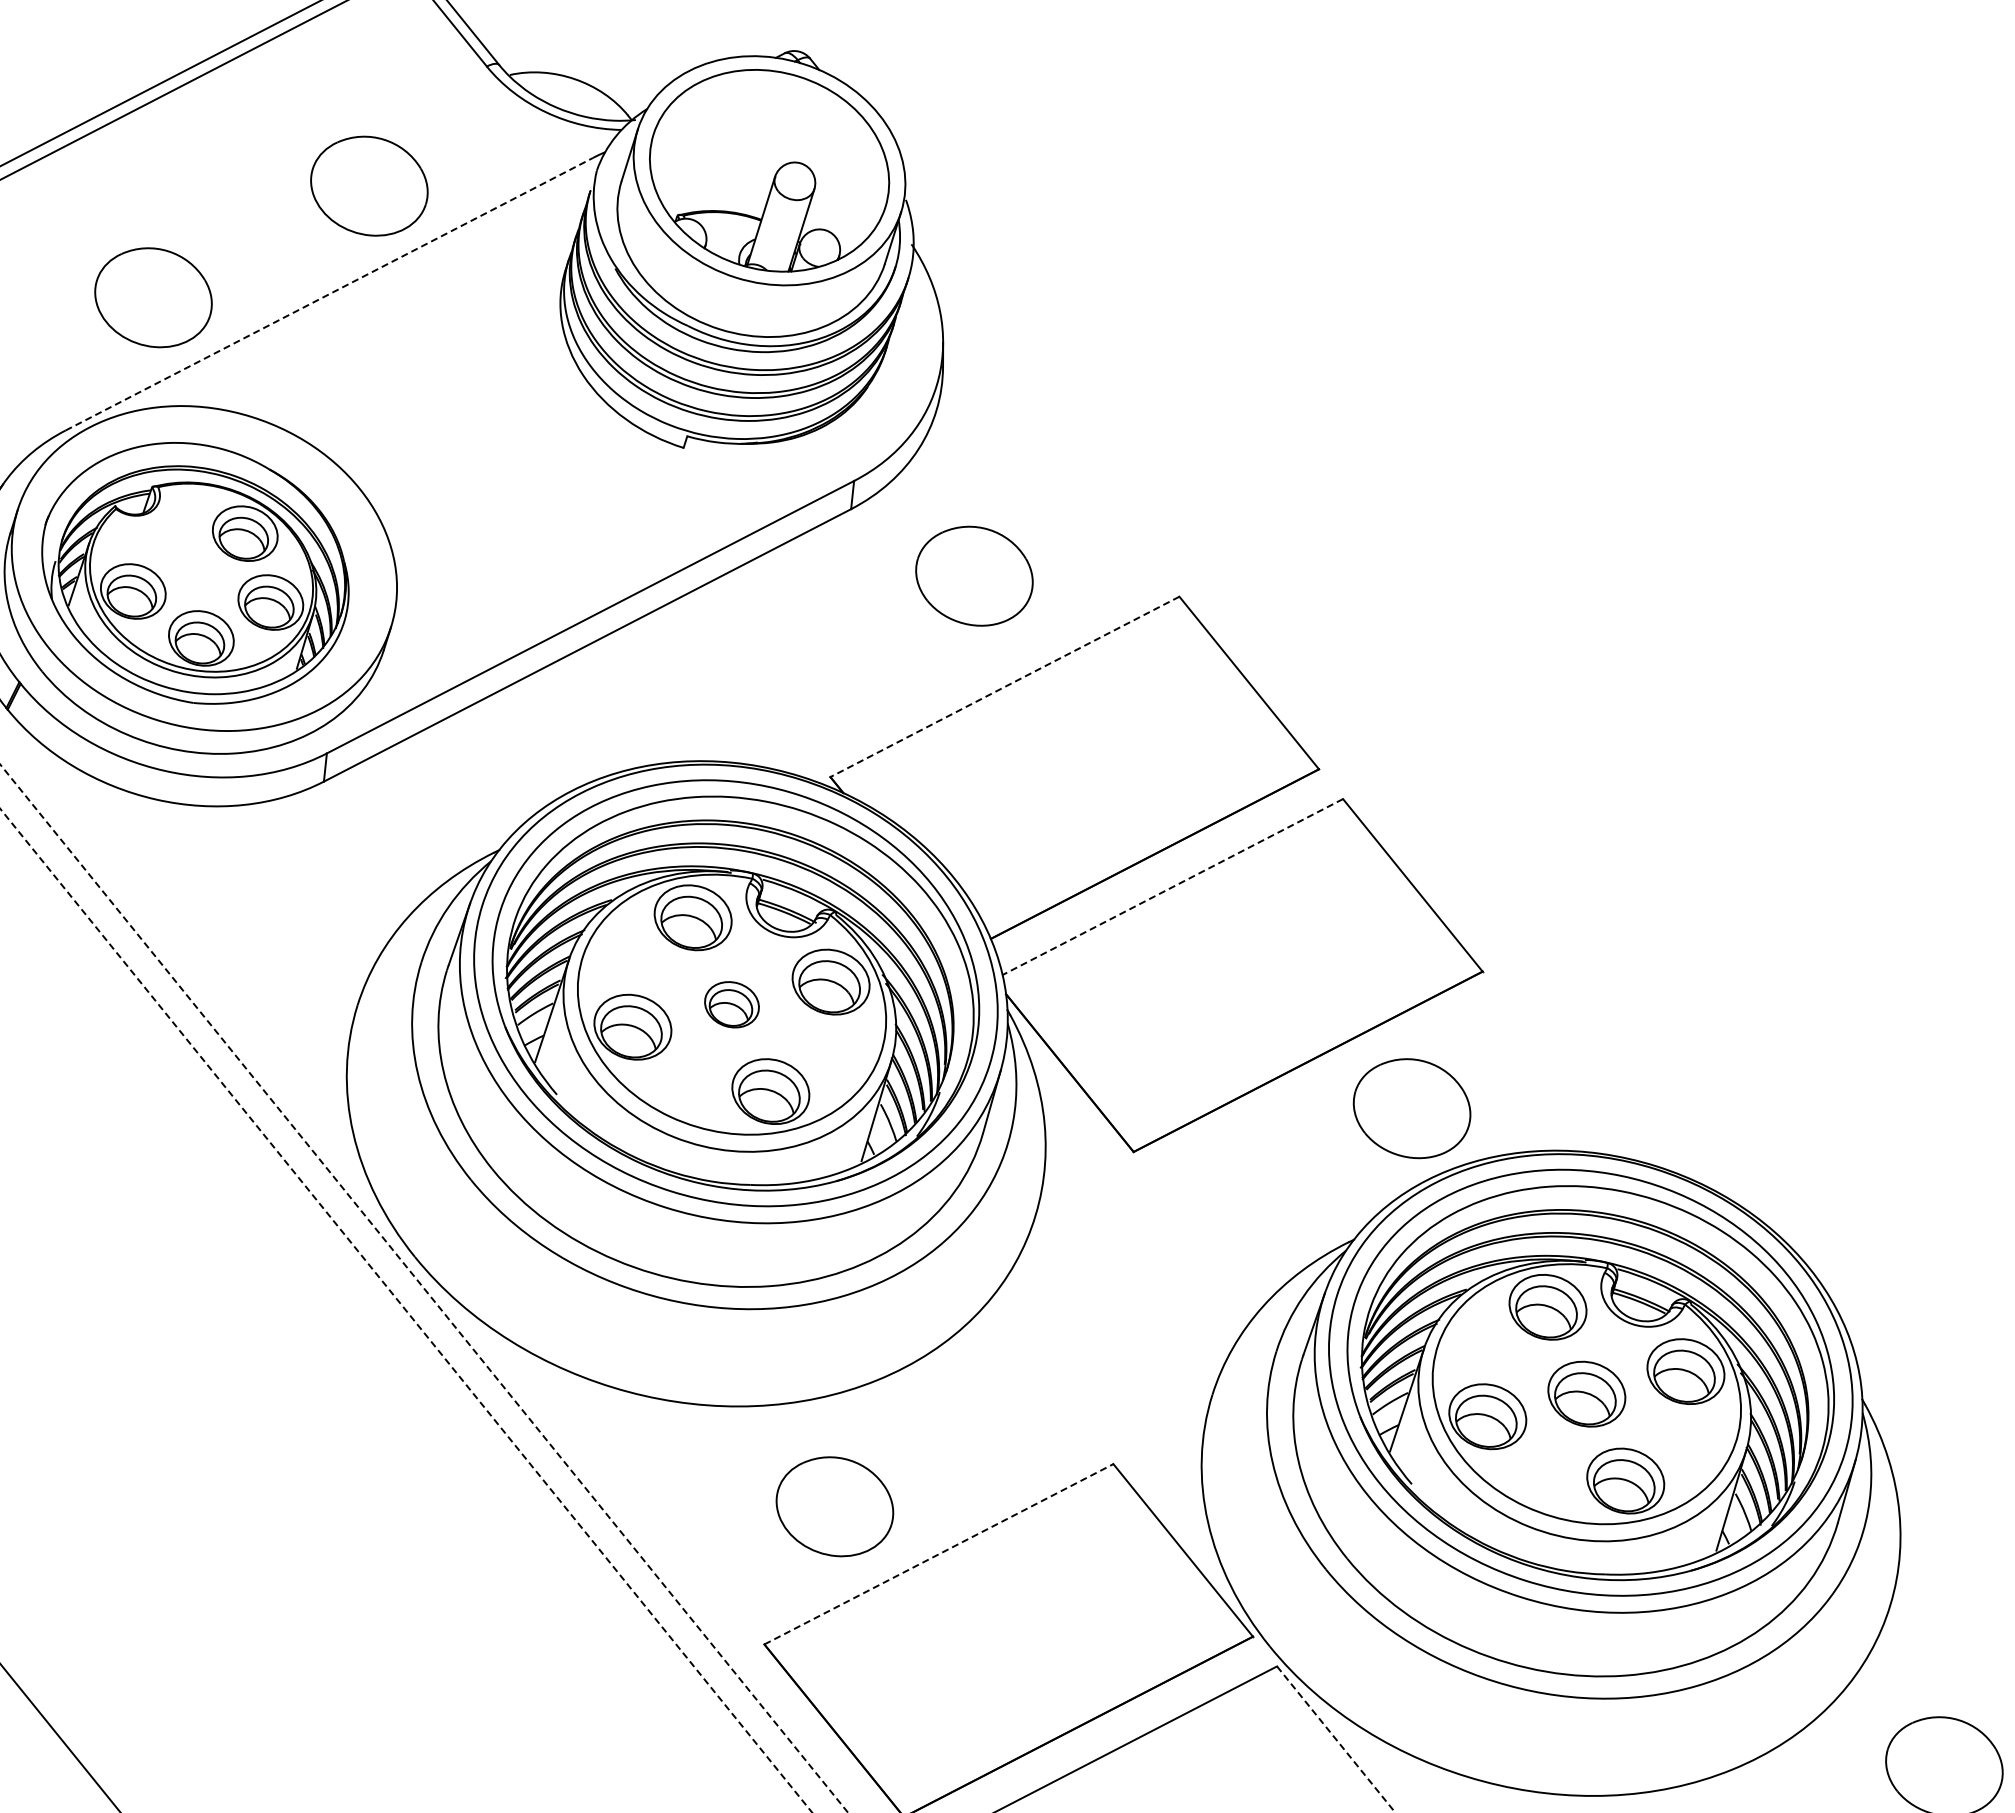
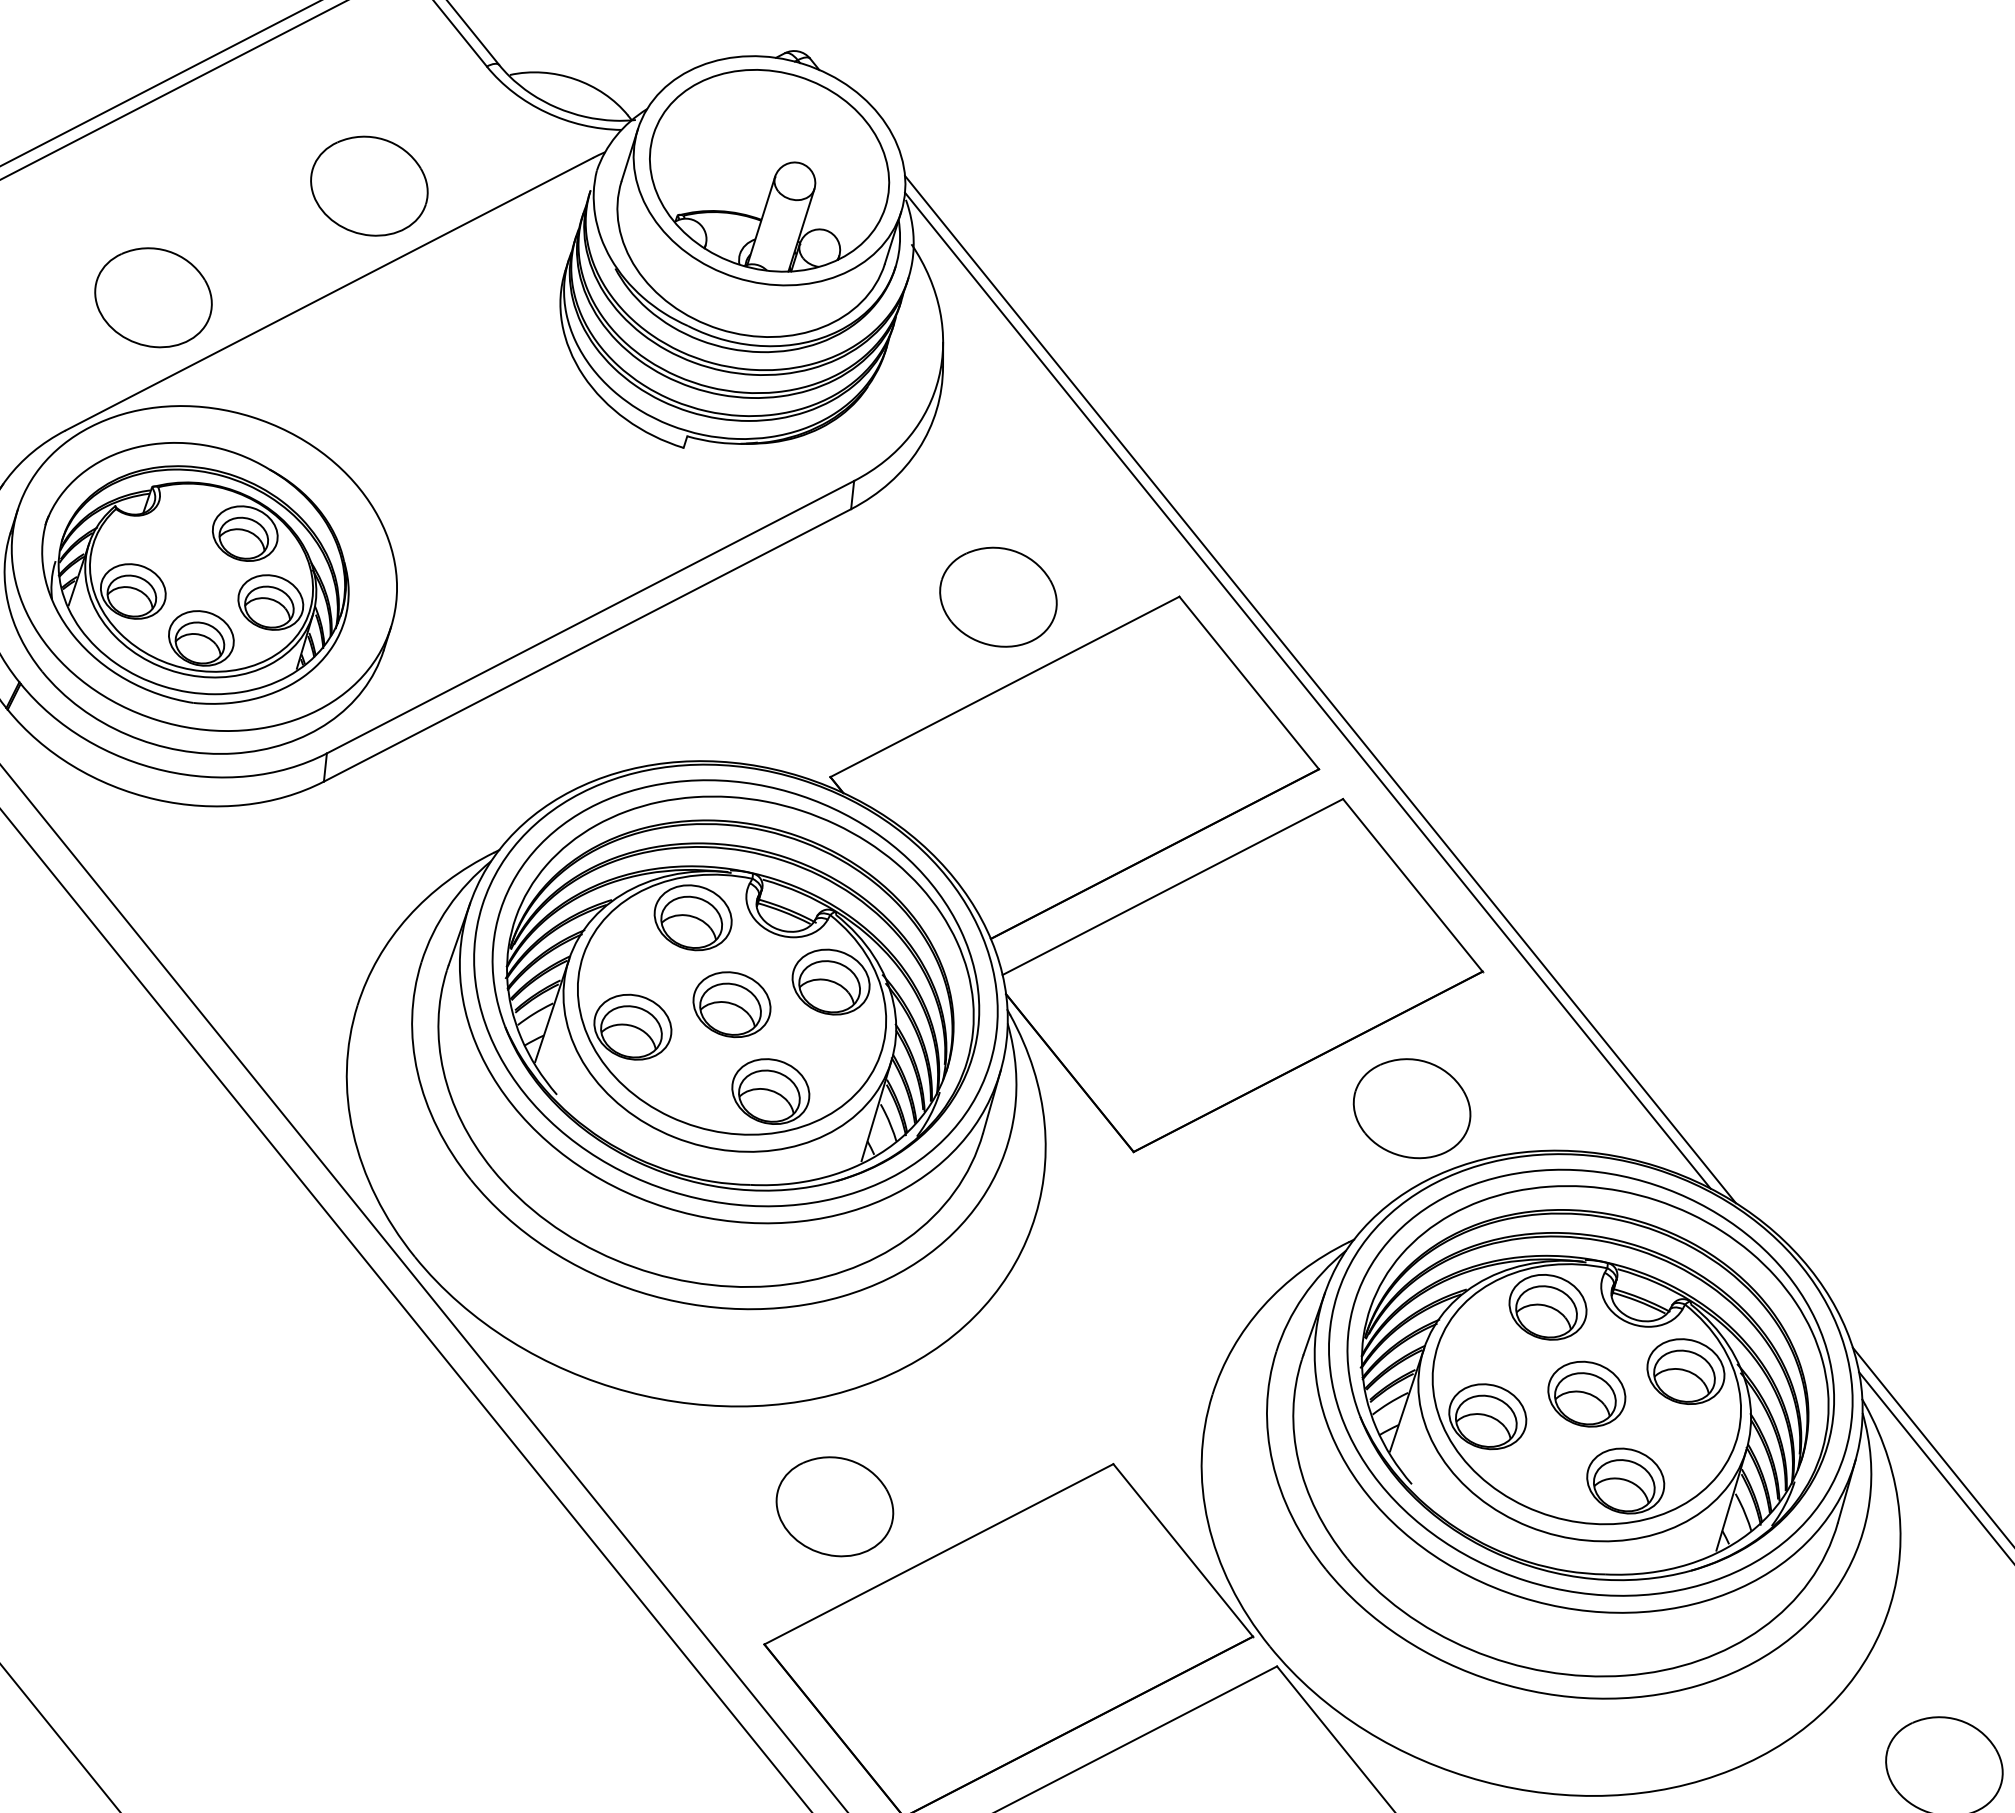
line at (329, 294): dashed -> solid
part at (974, 575) position: (974, 575) -> (998, 596)
line at (1004, 687): dashed -> solid
line at (1320, 689): none -> present
line at (1307, 690): none -> present
line at (1172, 887): dashed -> solid
part at (731, 1004) size: 56x48 px -> 80x68 px
line at (424, 1288): dashed -> solid
line at (406, 1311): dashed -> solid
line at (1931, 1445): none -> present
line at (1935, 1466): none -> present
line at (939, 1554): dashed -> solid
line at (1336, 1739): dashed -> solid
